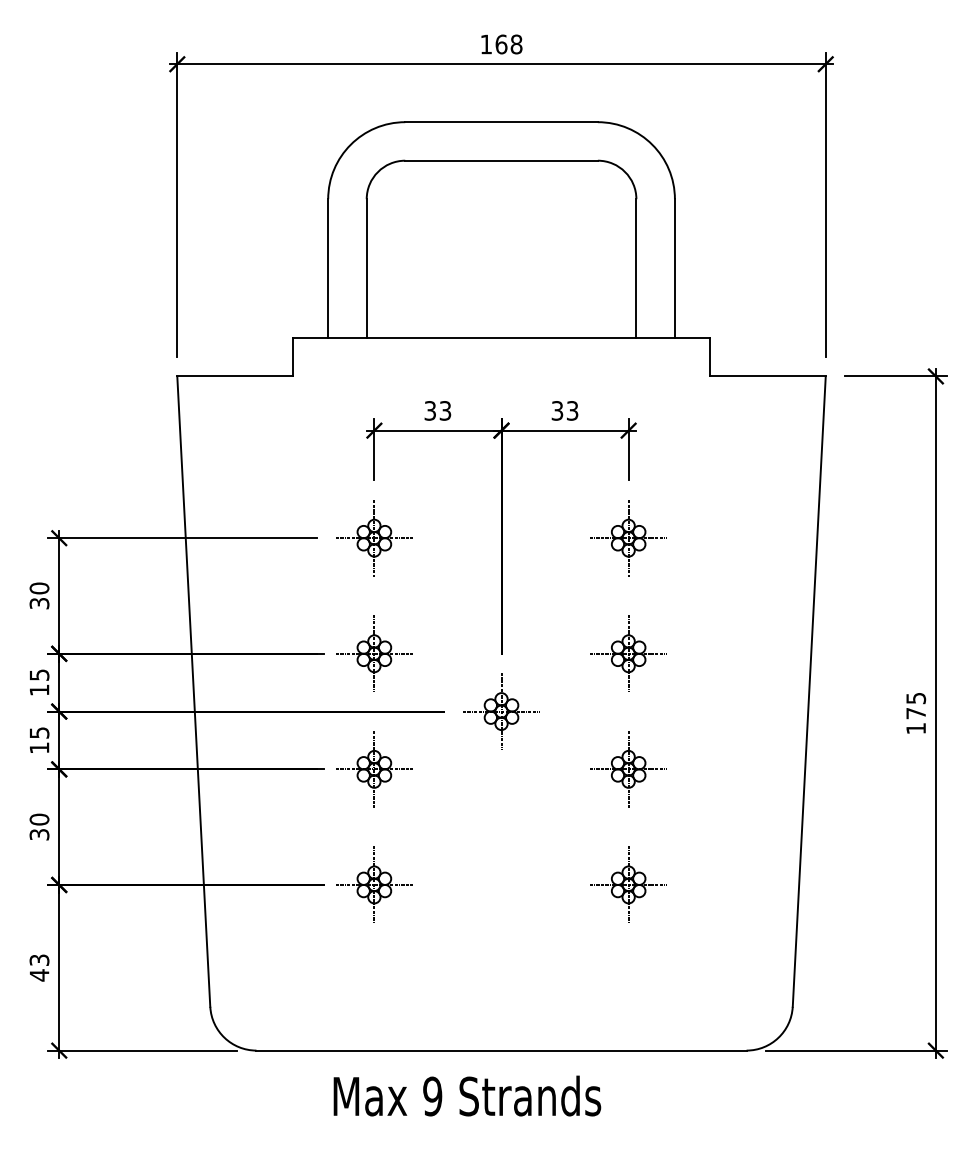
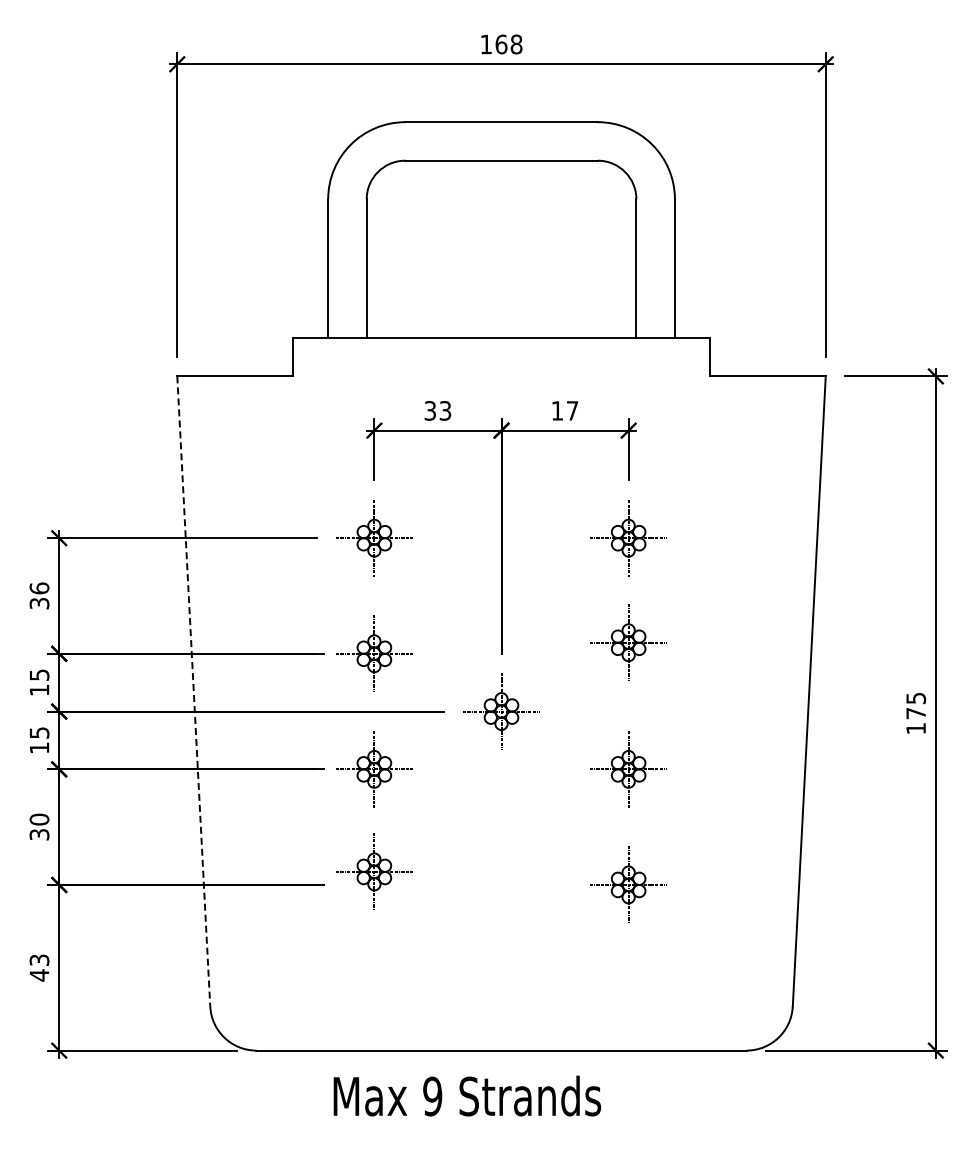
text at (564, 410): 33 -> 17
text at (39, 588): 30 -> 36
part at (628, 653) position: (628, 653) -> (628, 642)
line at (193, 691): solid -> dashed
part at (374, 884) position: (374, 884) -> (374, 871)
